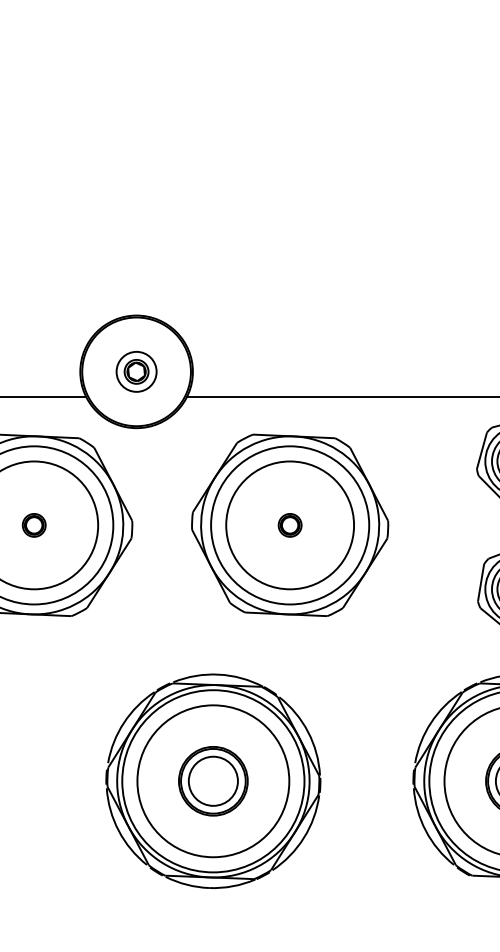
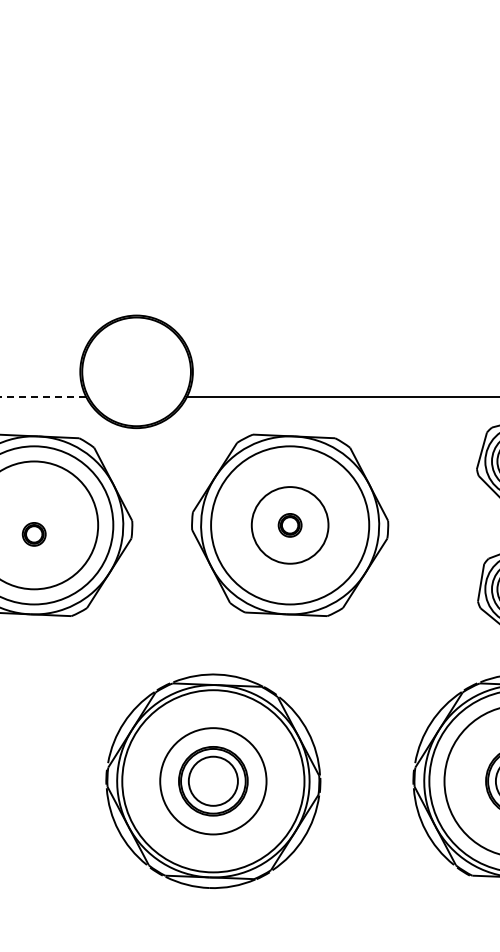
part at (136, 371): present -> none
line at (43, 397): solid -> dashed
part at (33, 525) position: (33, 525) -> (33, 534)
circle at (290, 525) diameter: 128 px -> 77 px
circle at (213, 781) diameter: 152 px -> 106 px
